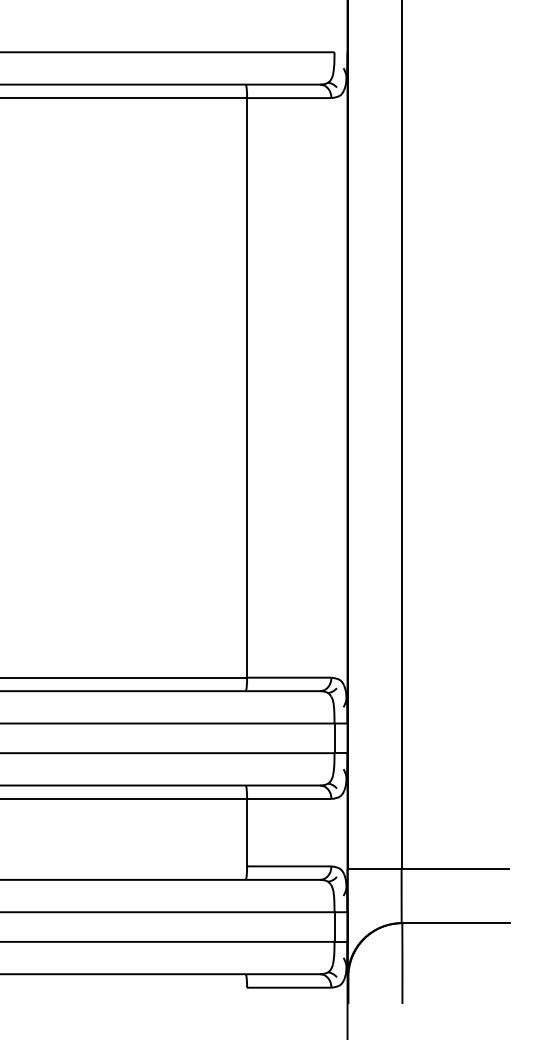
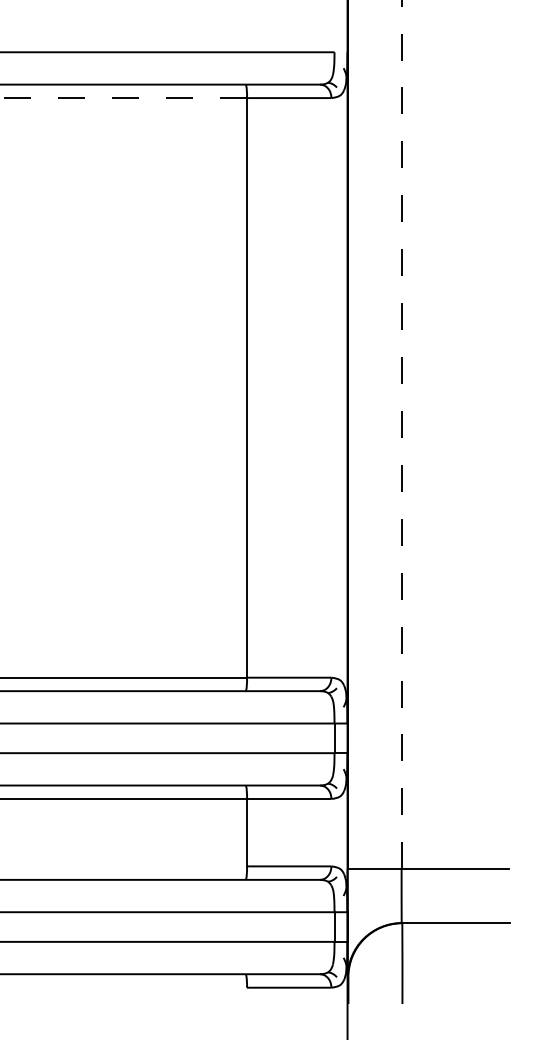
line at (123, 98): solid -> dashed
line at (401, 434): solid -> dashed
